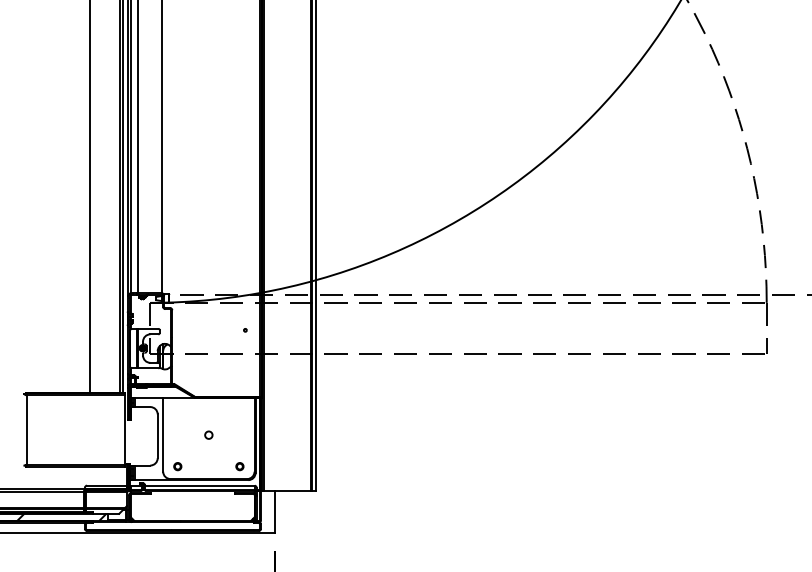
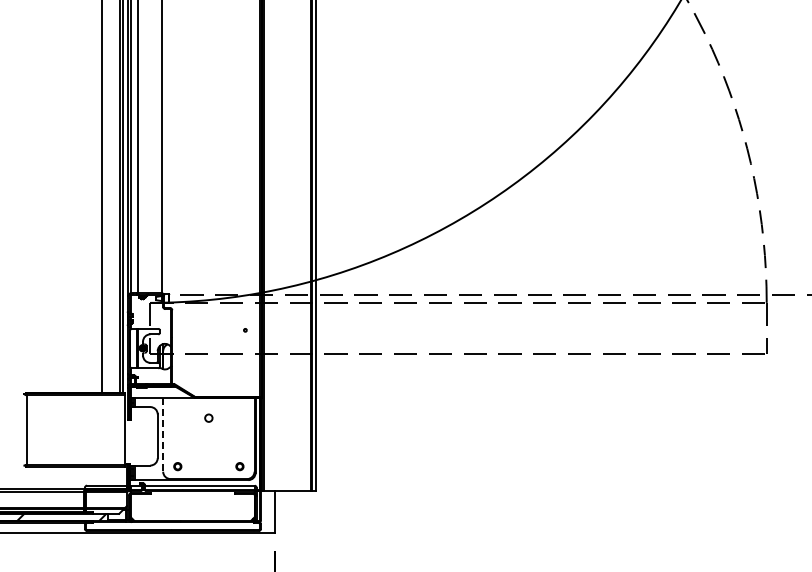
line at (89, 197) position: (89, 197) -> (101, 197)
circle at (208, 434) position: (208, 434) -> (208, 417)
line at (163, 435): solid -> dashed
